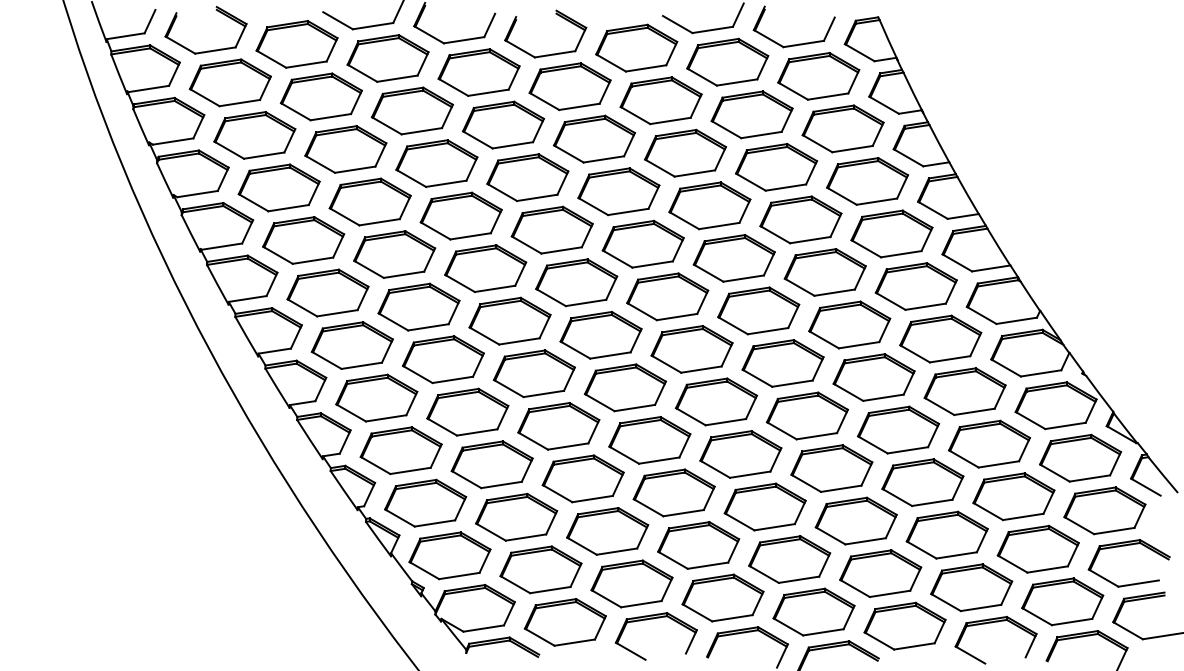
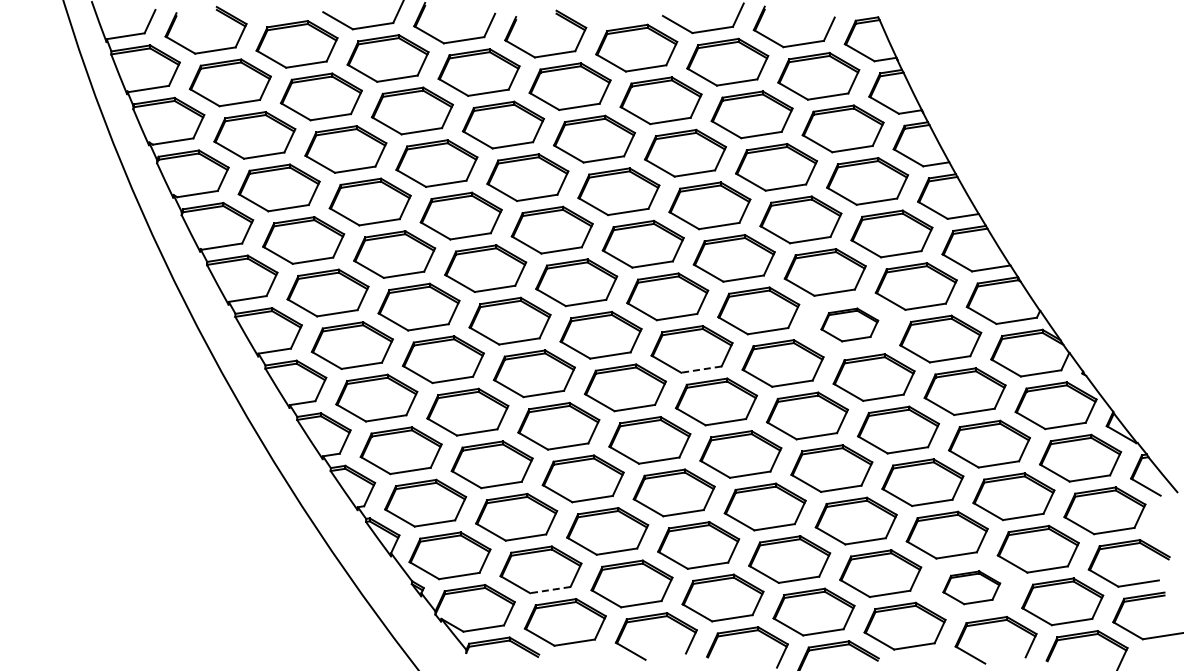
part at (849, 324) size: 84x50 px -> 60x36 px
line at (700, 369): solid -> dashed
part at (971, 587) size: 84x50 px -> 60x36 px
line at (549, 590): solid -> dashed
